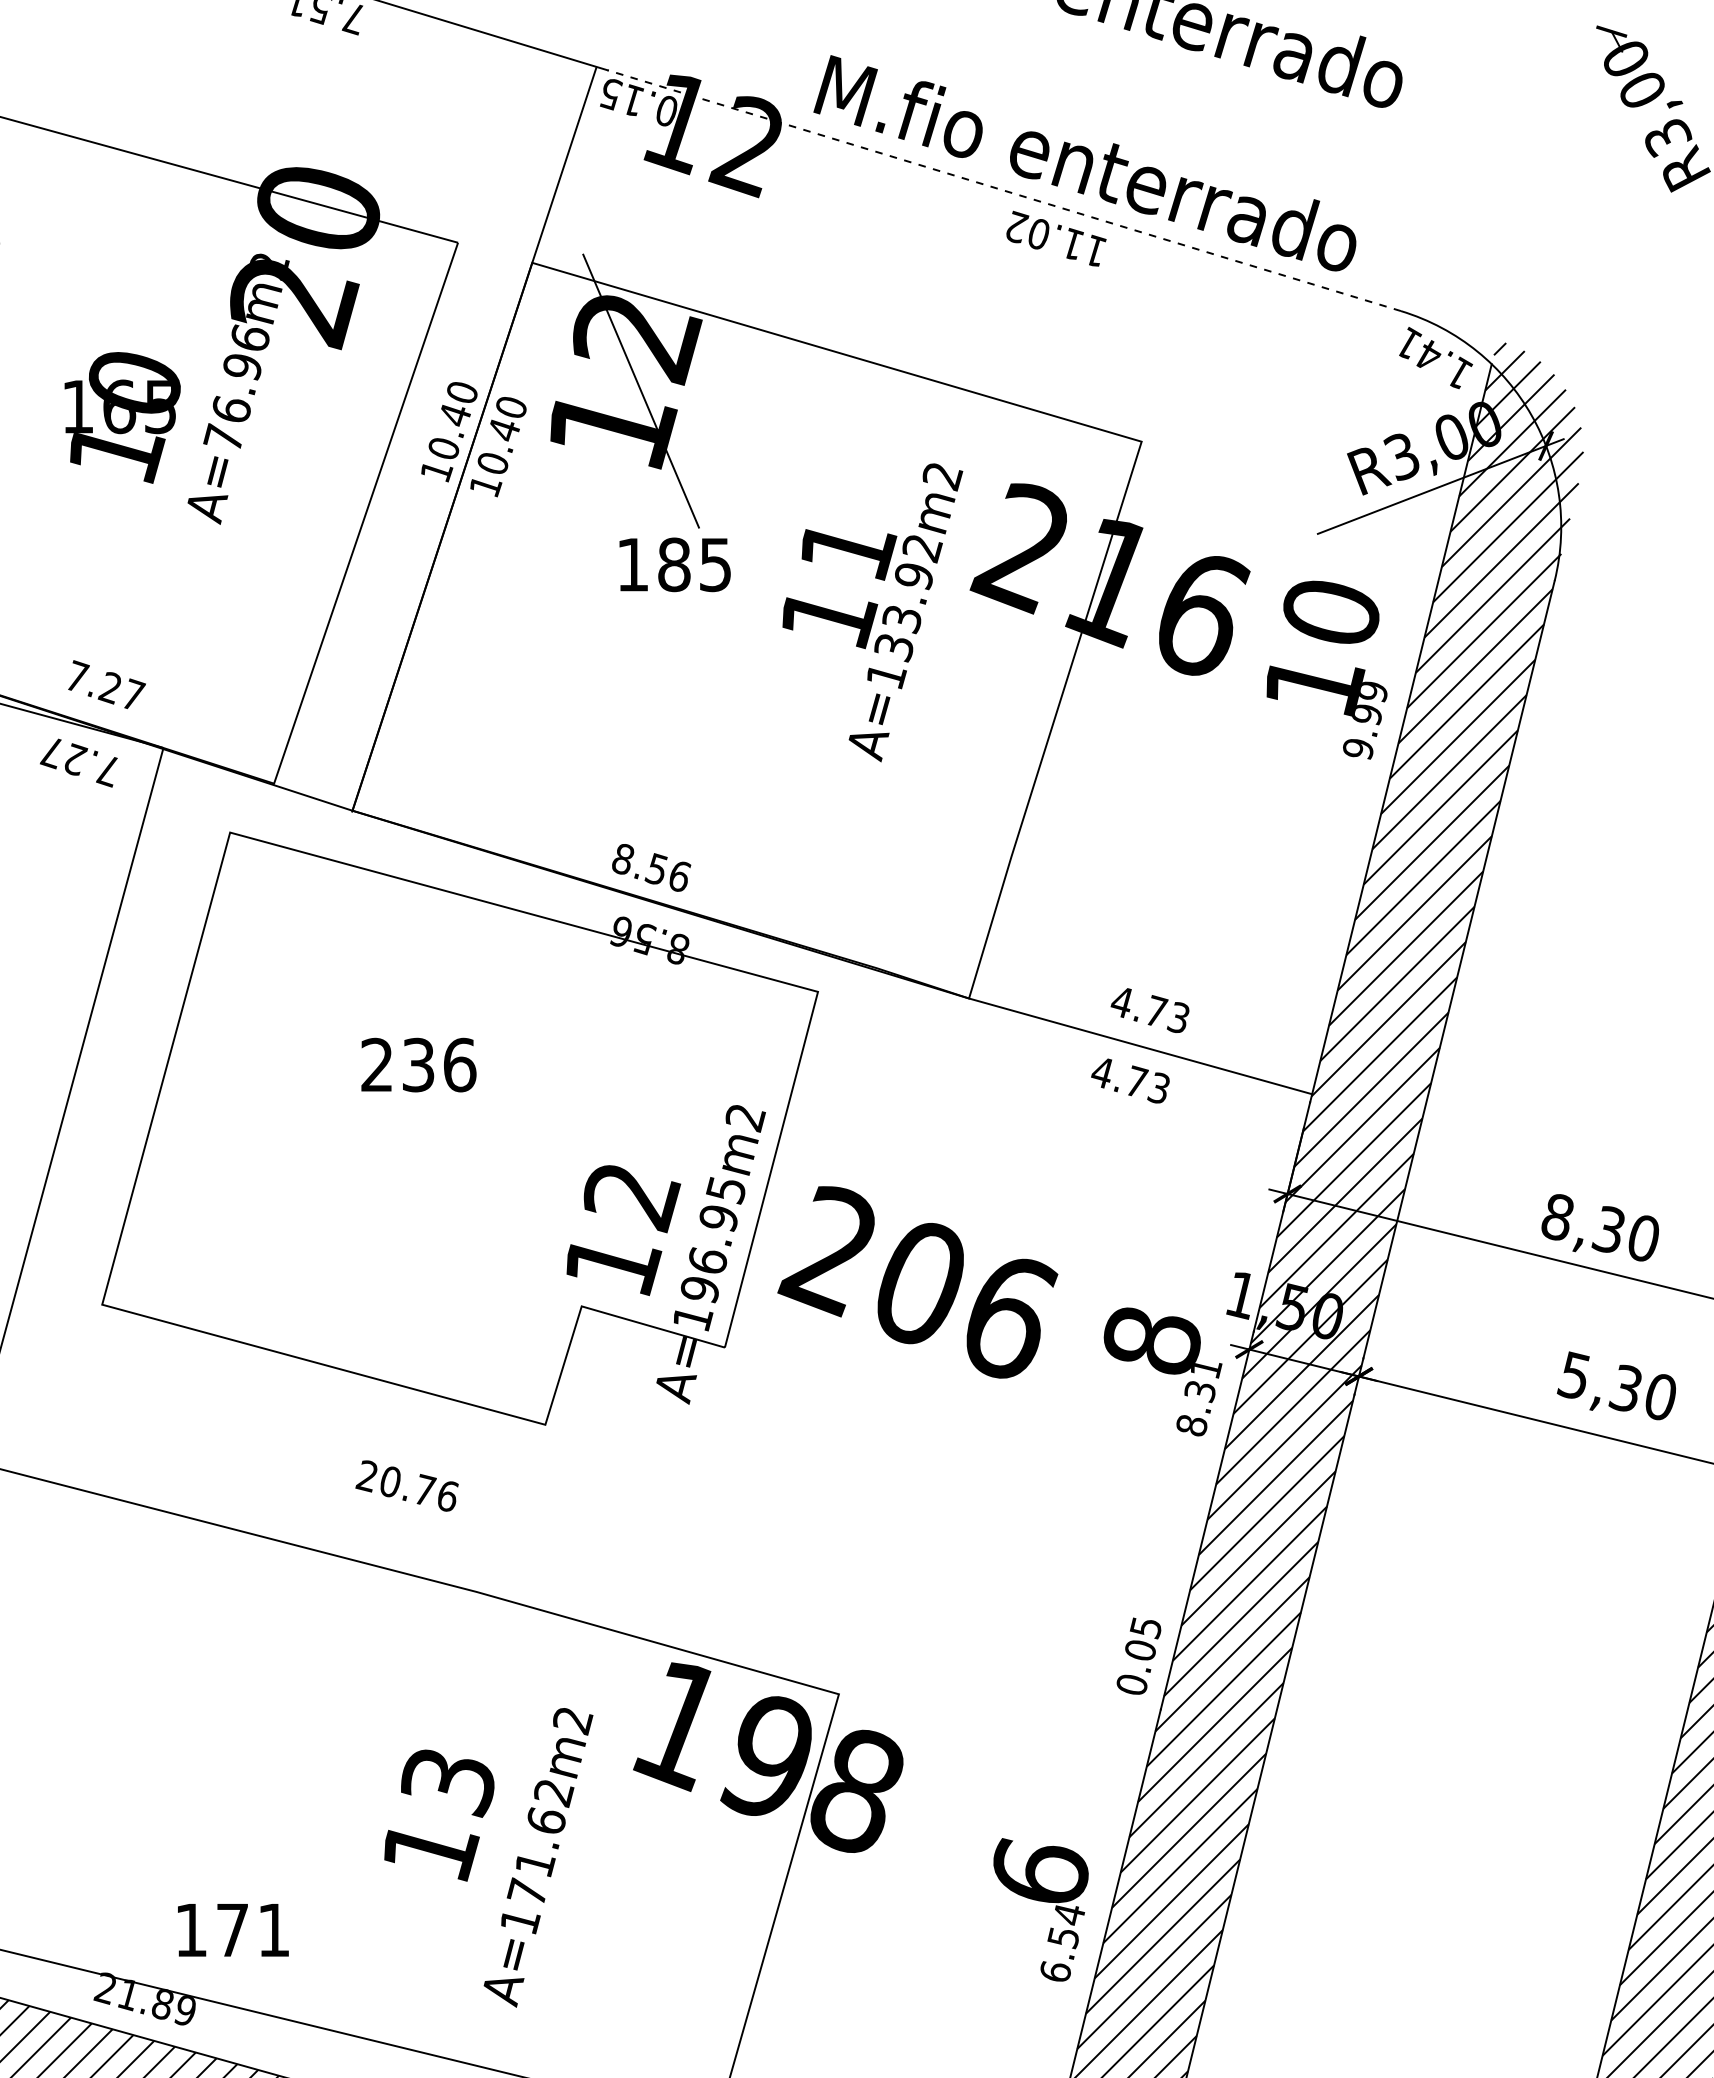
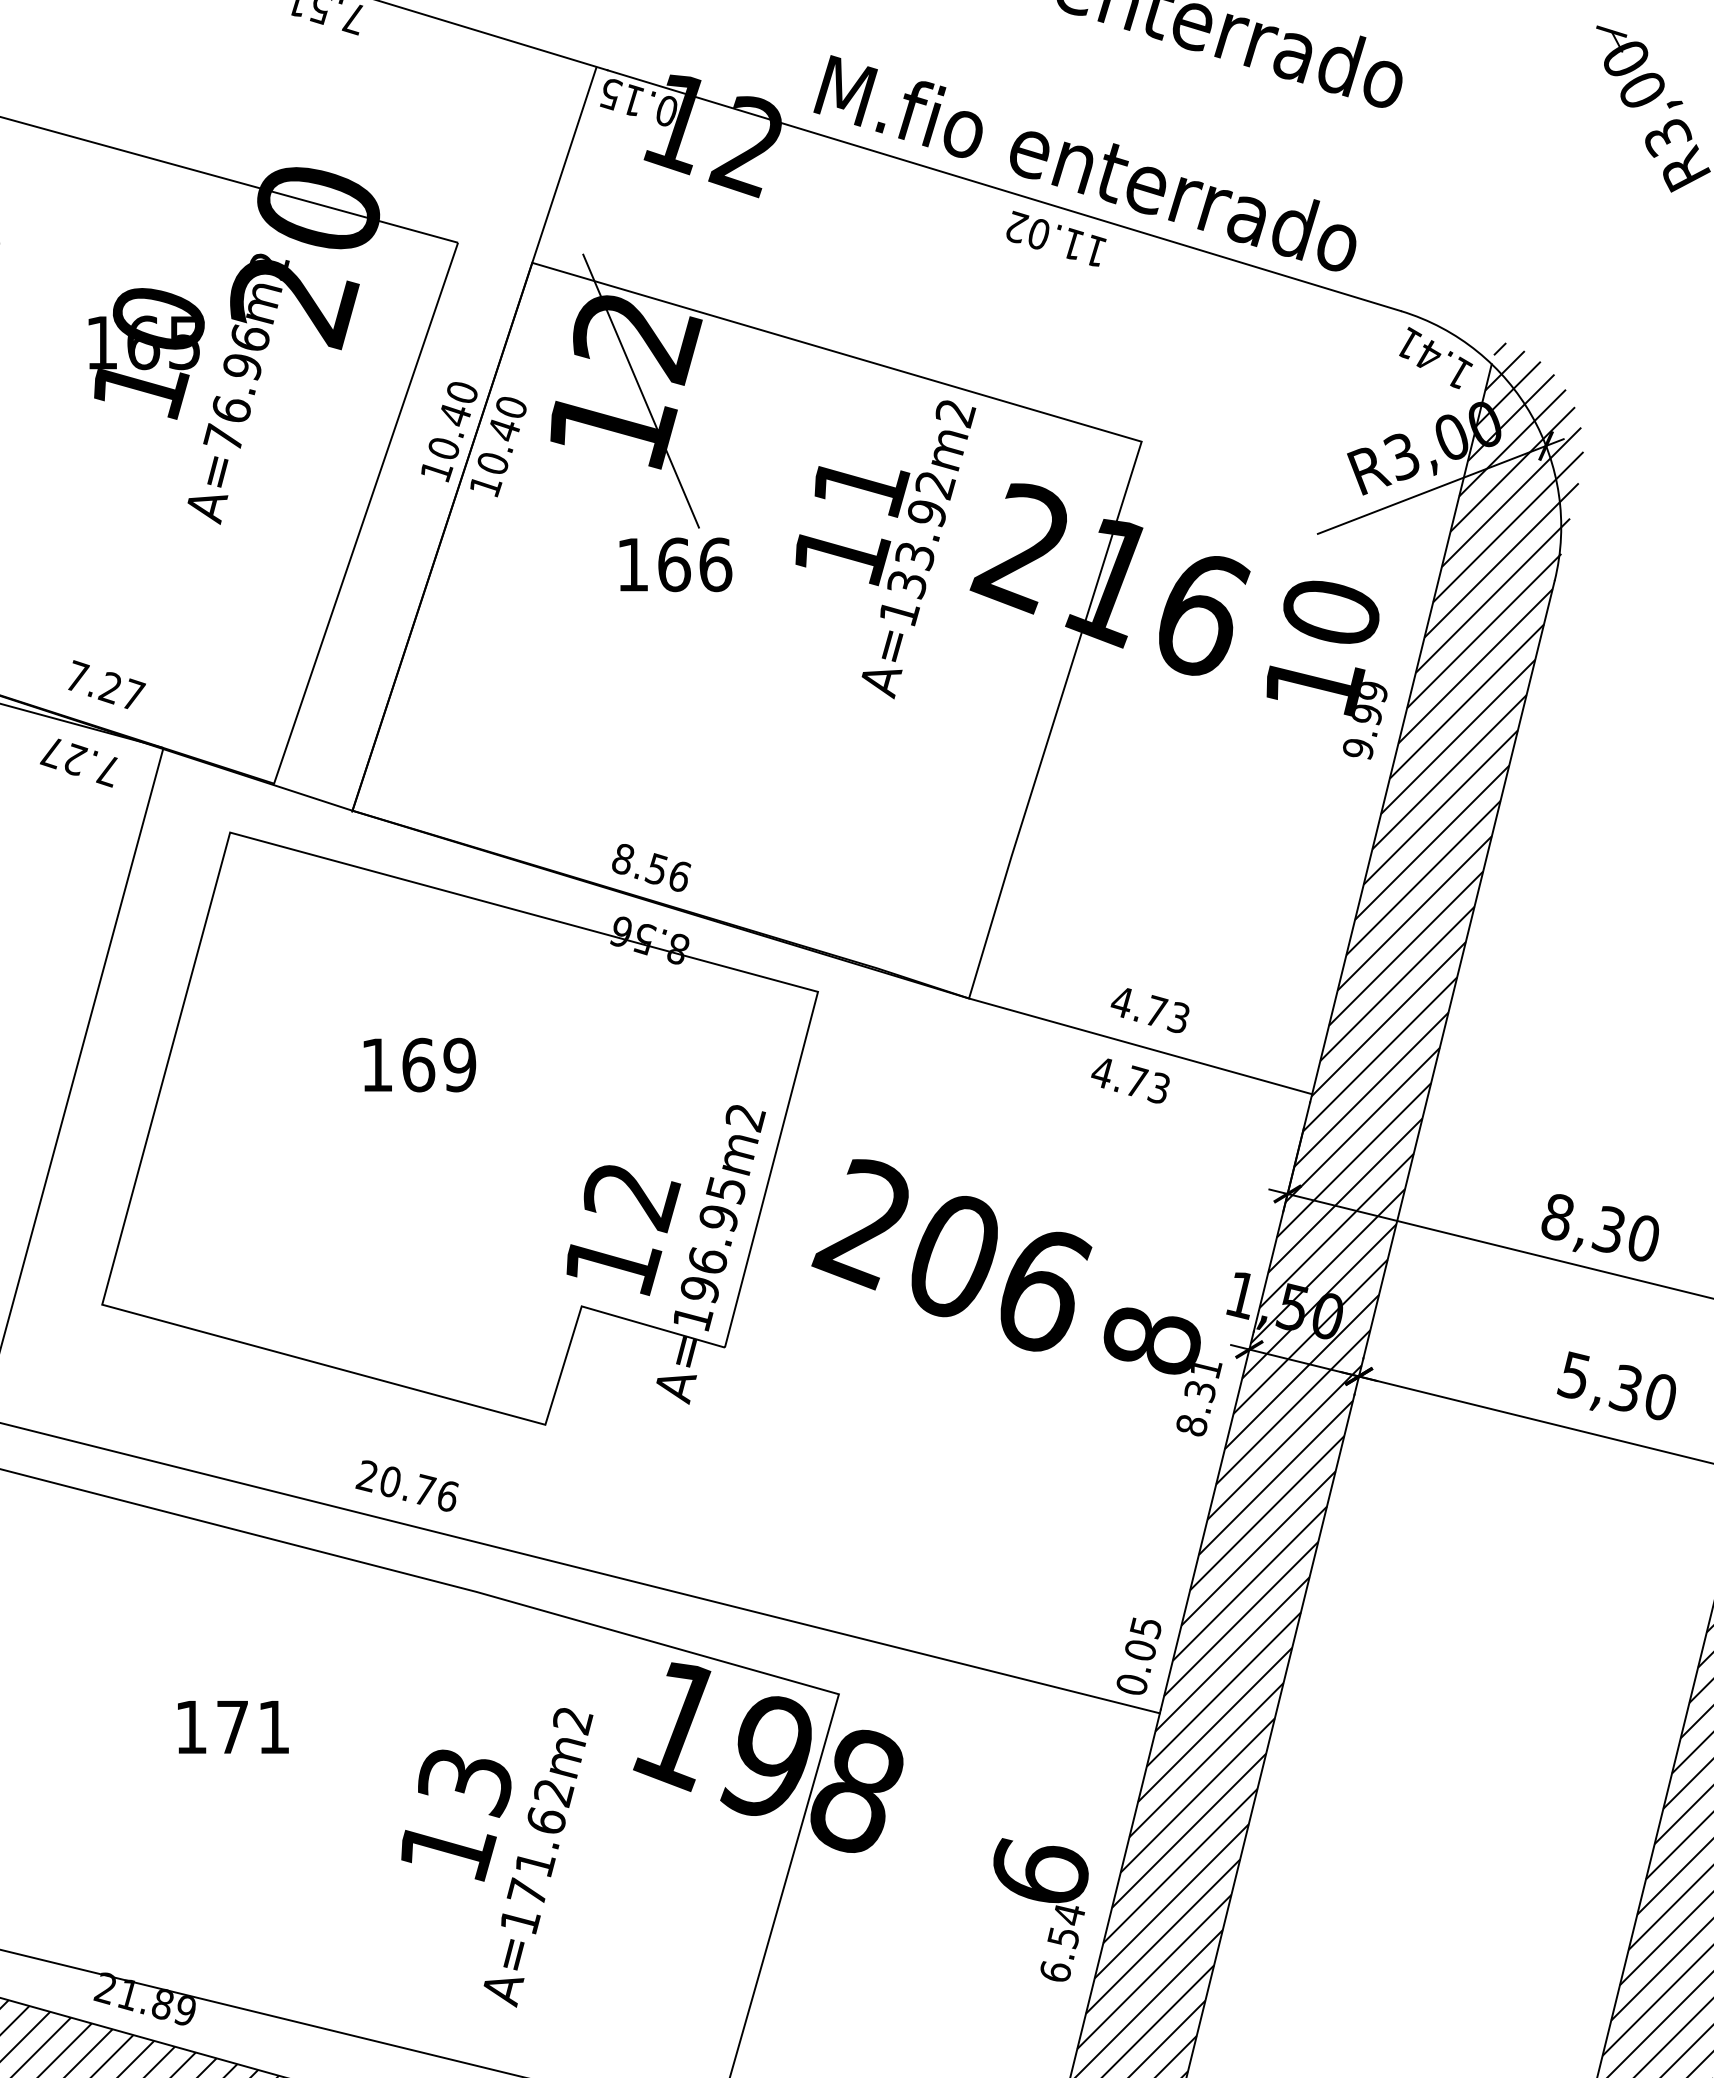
line at (1004, 190): dashed -> solid
text at (122, 417) position: (122, 417) -> (146, 353)
text at (695, 564): 185 -> 166
text at (872, 612) position: (872, 612) -> (885, 549)
text at (418, 1064): 236 -> 169
text at (917, 1282) position: (917, 1282) -> (951, 1255)
line at (580, 1568): none -> present
text at (439, 1815) position: (439, 1815) -> (456, 1815)
text at (233, 1930) position: (233, 1930) -> (233, 1727)
